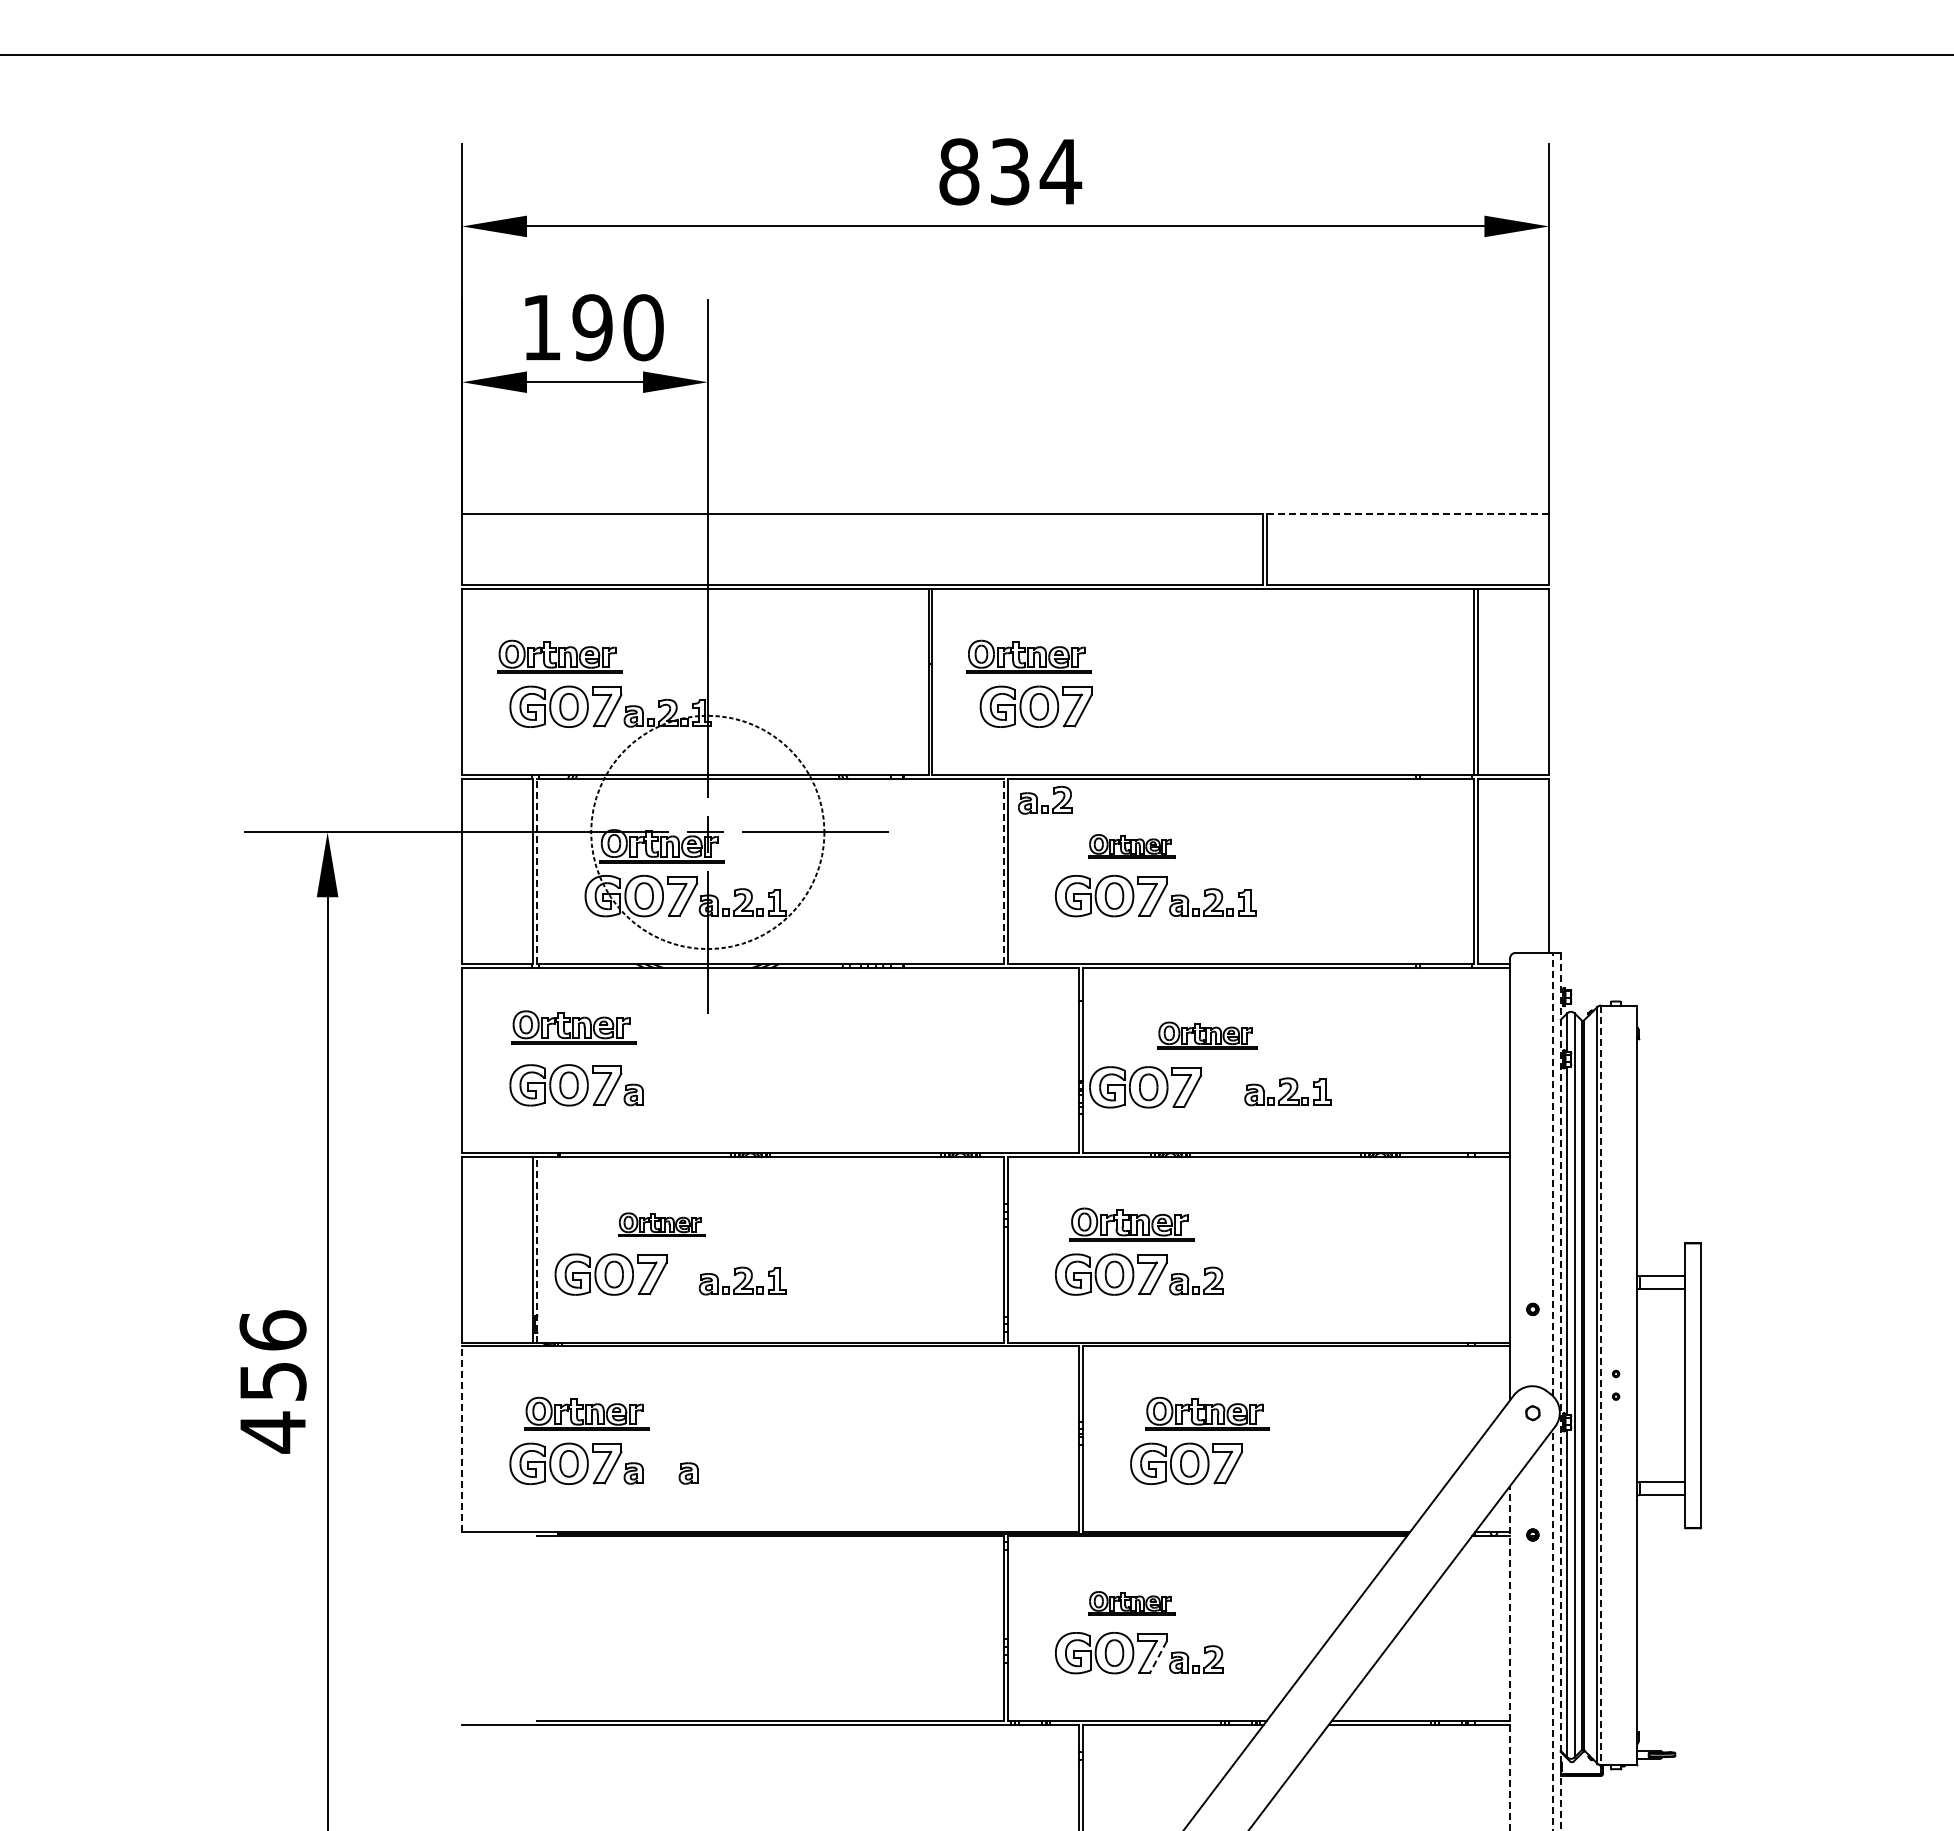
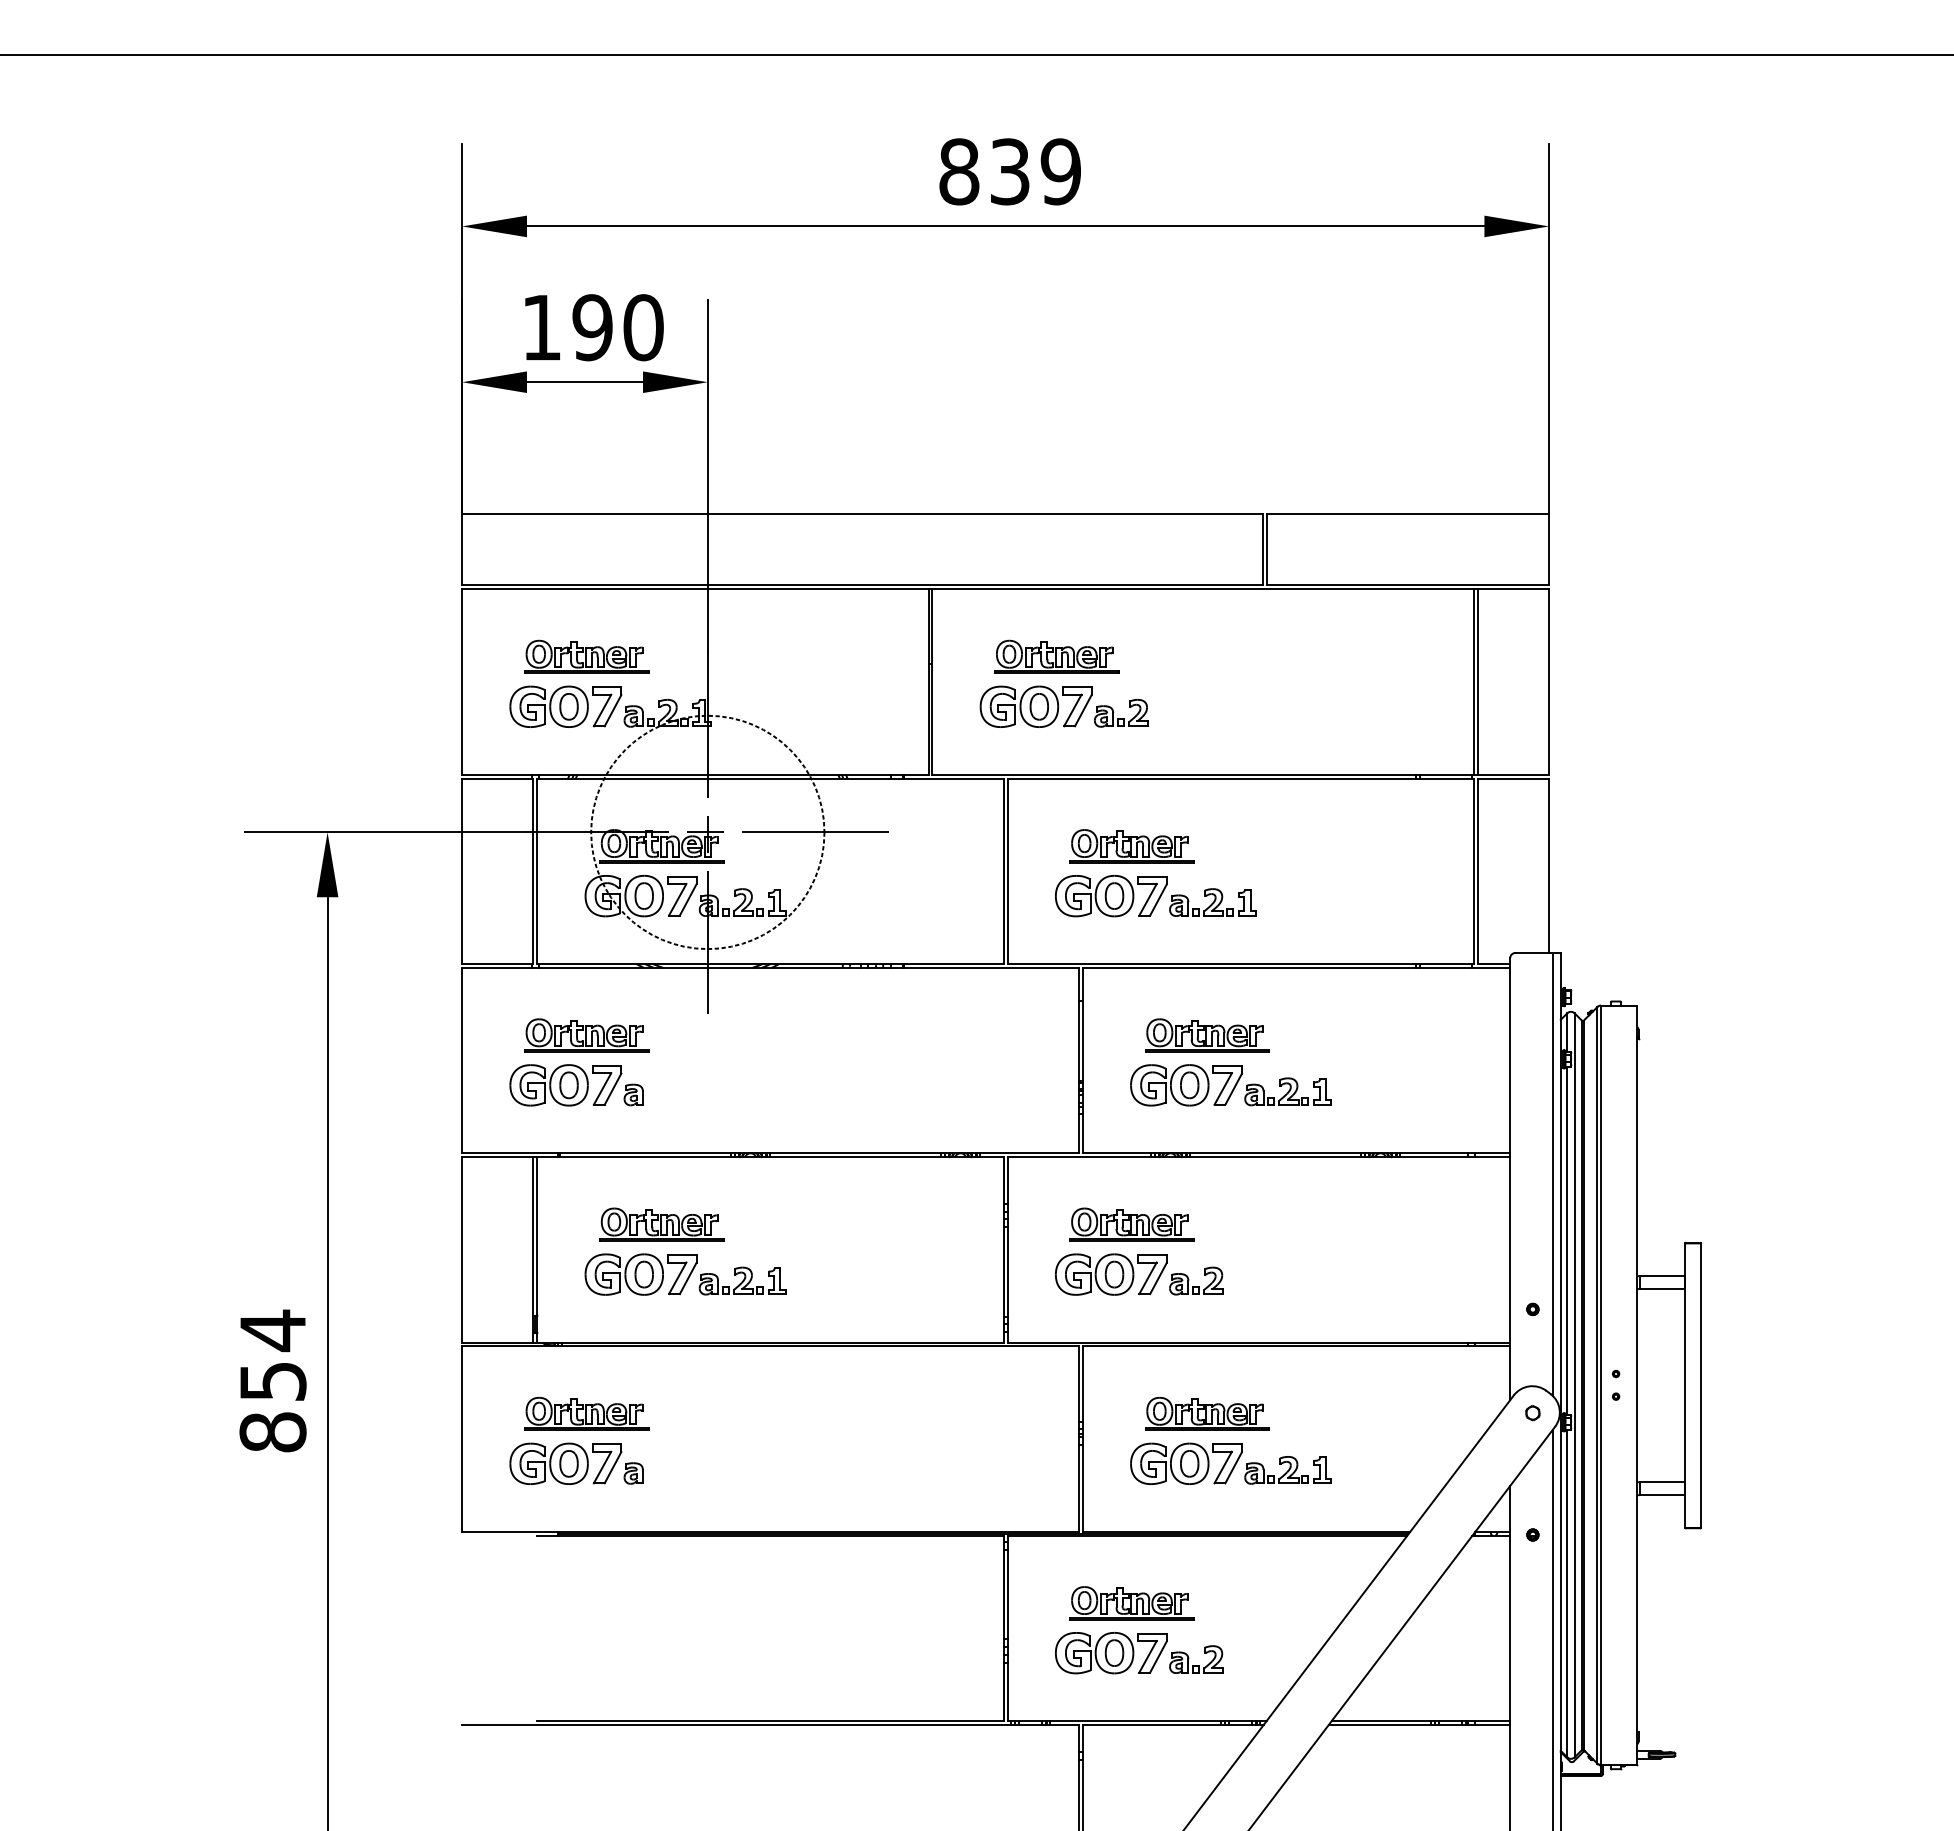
text at (1060, 171): 834 -> 839
line at (1407, 514): dashed -> solid
part at (559, 656) position: (559, 656) -> (586, 656)
part at (1028, 656) position: (1028, 656) -> (1056, 656)
part at (1045, 800) position: (1045, 800) -> (1121, 713)
part at (1131, 846) size: 88x25 px -> 126x35 px
line at (537, 871): dashed -> solid
line at (1003, 871): dashed -> solid
part at (573, 1027) position: (573, 1027) -> (586, 1035)
part at (1207, 1035) size: 101x29 px -> 125x35 px
part at (1145, 1087) position: (1145, 1087) -> (1186, 1085)
line at (1552, 1173): dashed -> solid
part at (661, 1224) size: 88x25 px -> 126x35 px
line at (537, 1249): dashed -> solid
part at (610, 1274) position: (610, 1274) -> (640, 1274)
text at (272, 1381): 456 -> 854
line at (1601, 1385): dashed -> solid
line at (1560, 1391): dashed -> solid
line at (462, 1439): dashed -> solid
part at (1287, 1470): none -> present
part at (688, 1473): present -> none
part at (1131, 1603) size: 88x25 px -> 126x35 px
line at (1552, 1629): dashed -> solid
line at (1158, 1656): dashed -> solid
line at (1510, 1657): dashed -> solid
